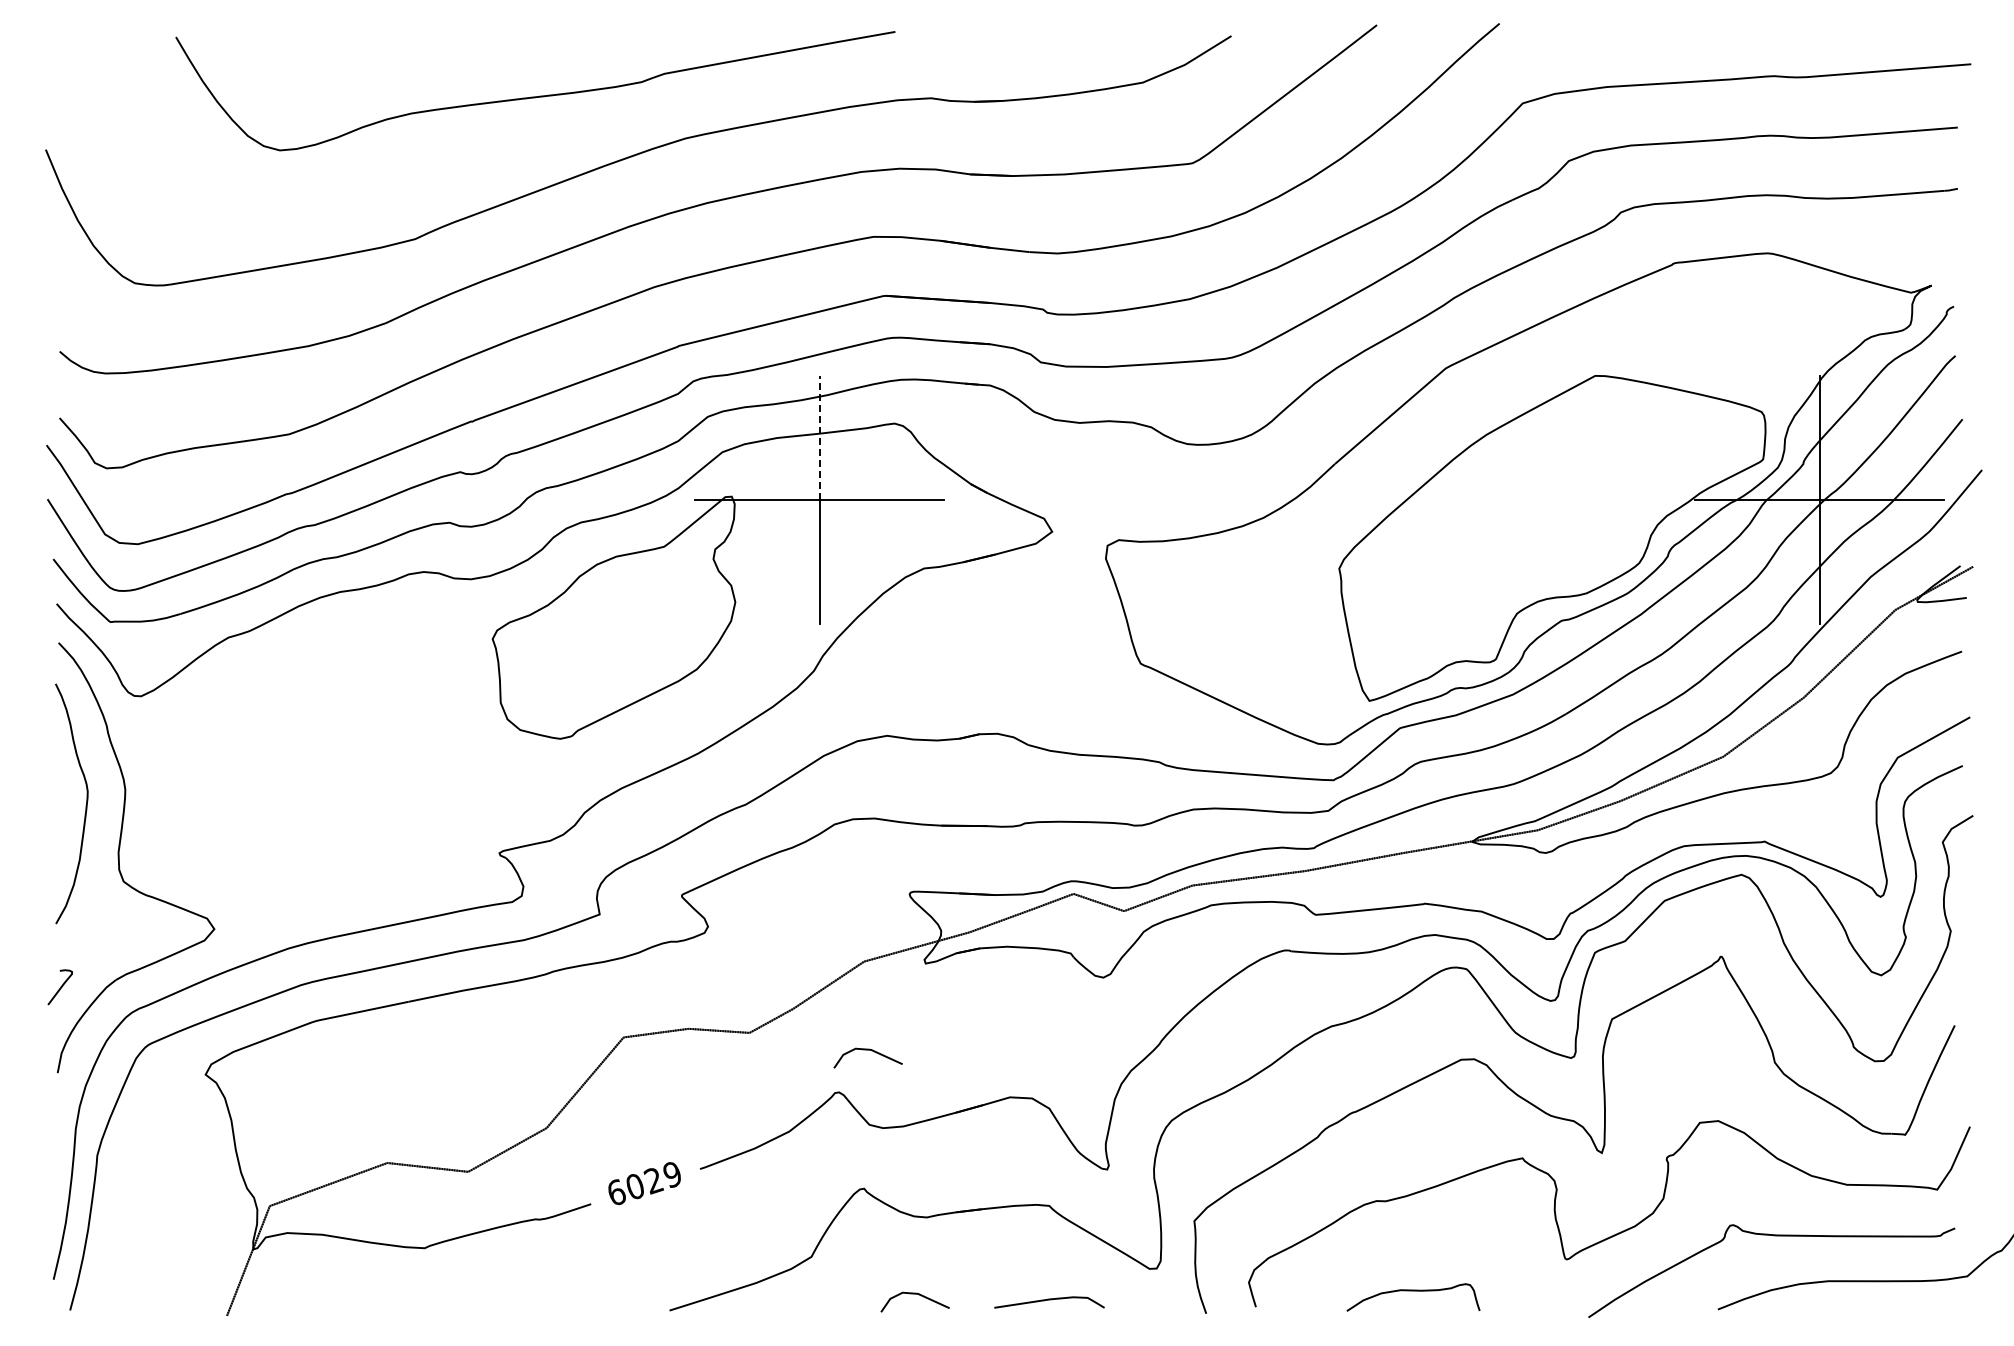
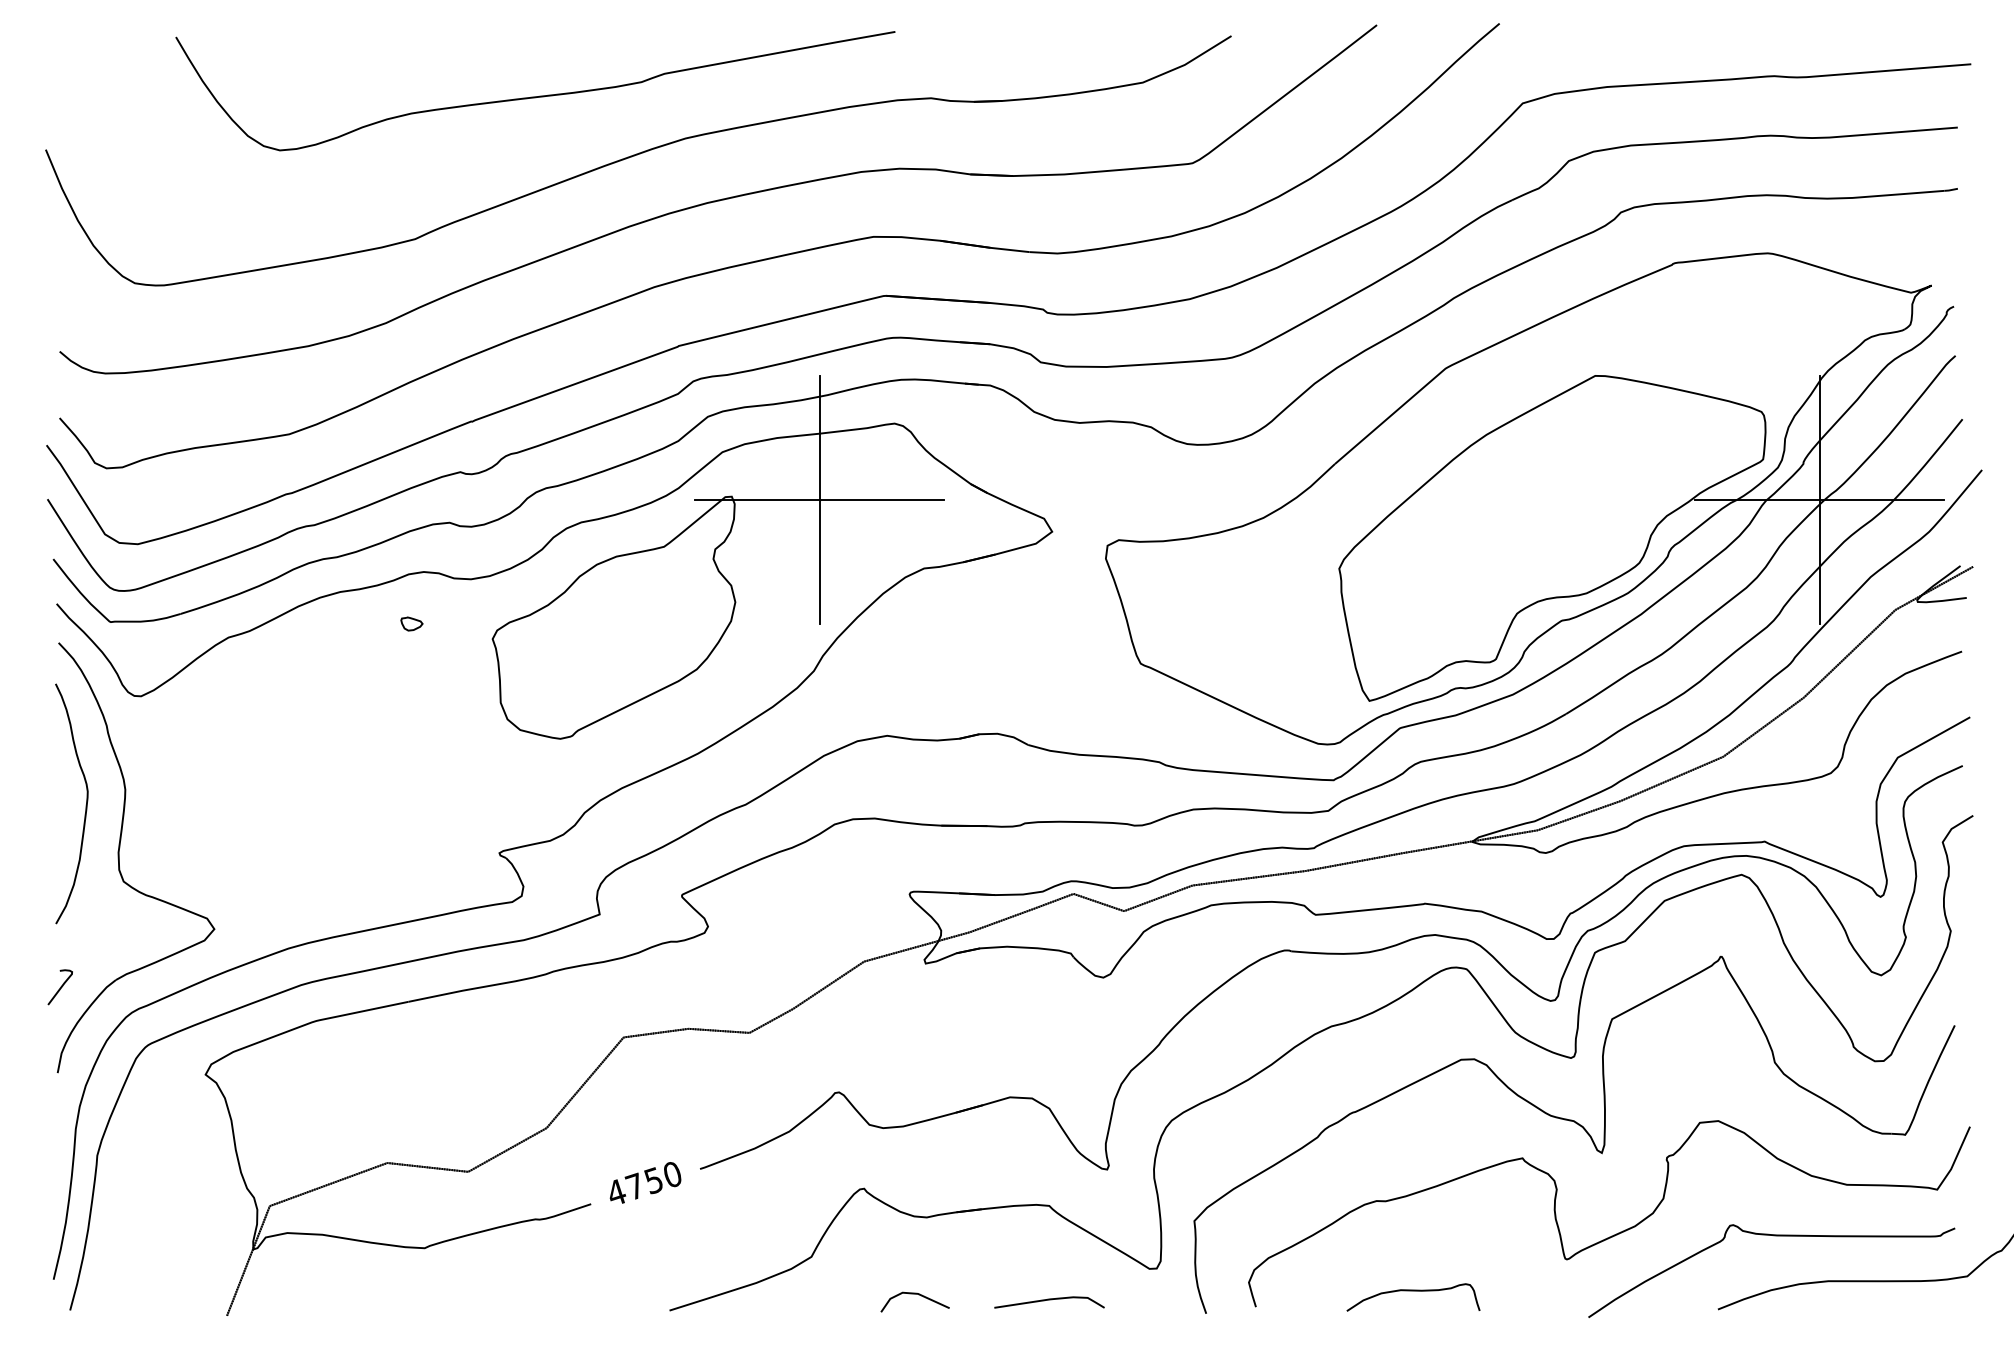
line at (819, 437): dashed -> solid
part at (411, 623): none -> present
curve at (867, 1050): present -> none
text at (644, 1183): 6029 -> 4750
